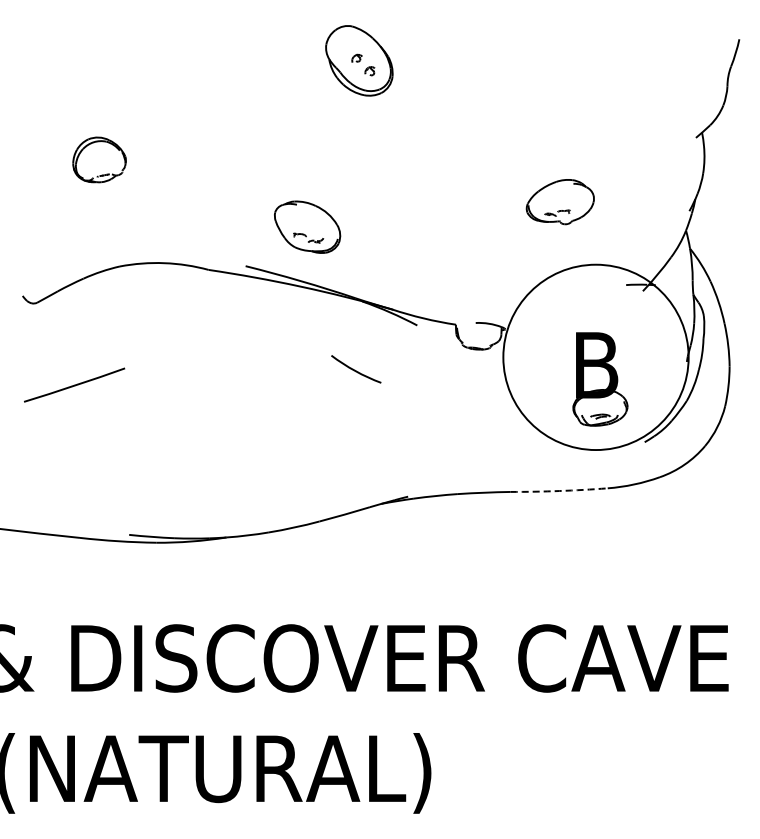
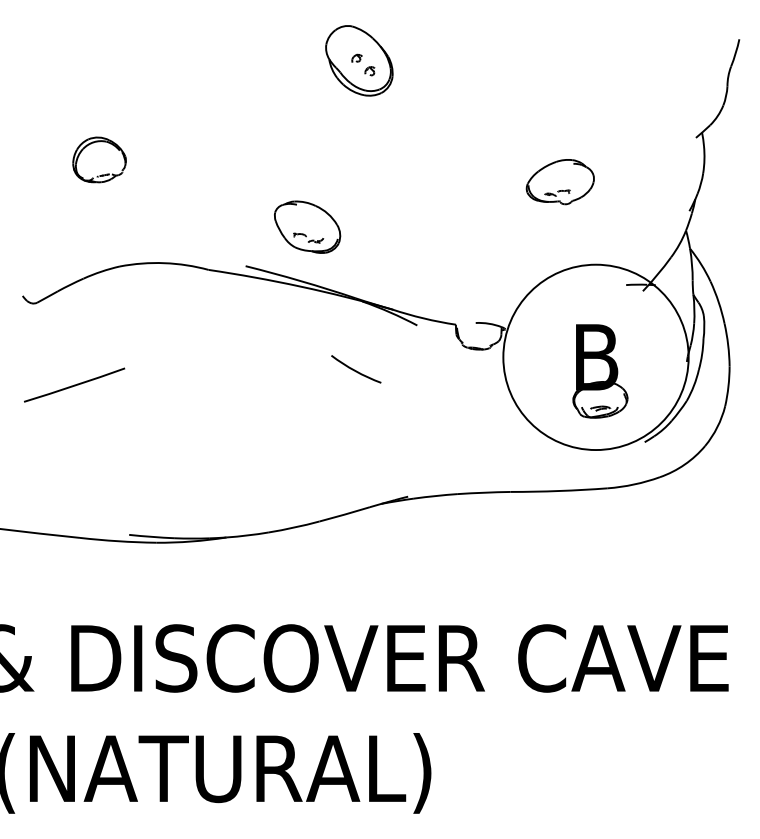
part at (559, 202) position: (559, 202) -> (559, 182)
part at (600, 379) position: (600, 379) -> (600, 371)
arc at (559, 491): dashed -> solid
